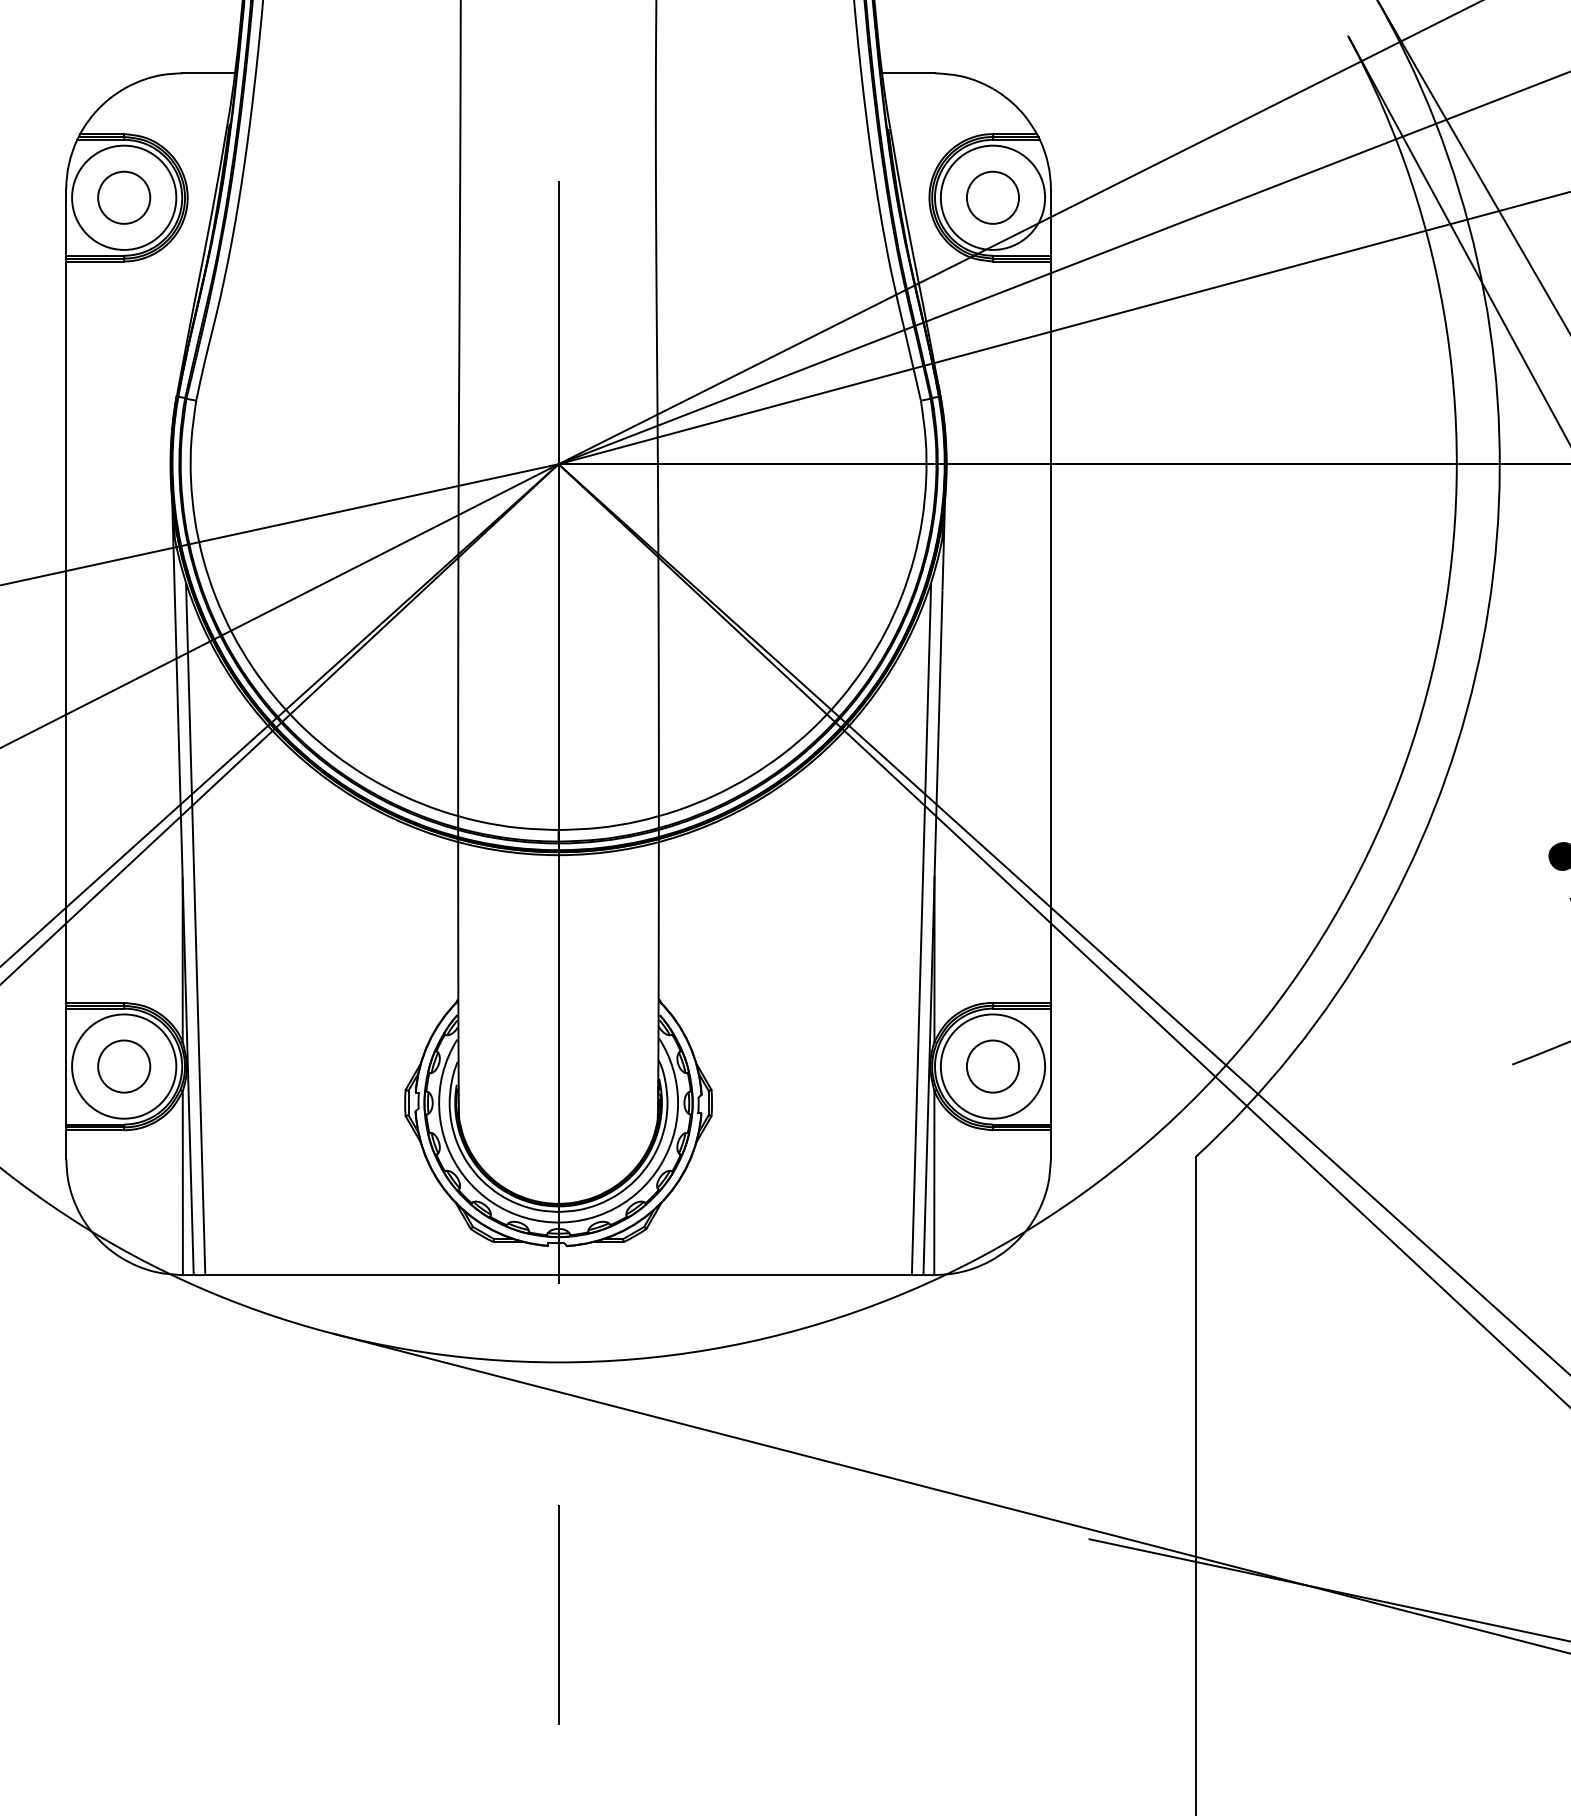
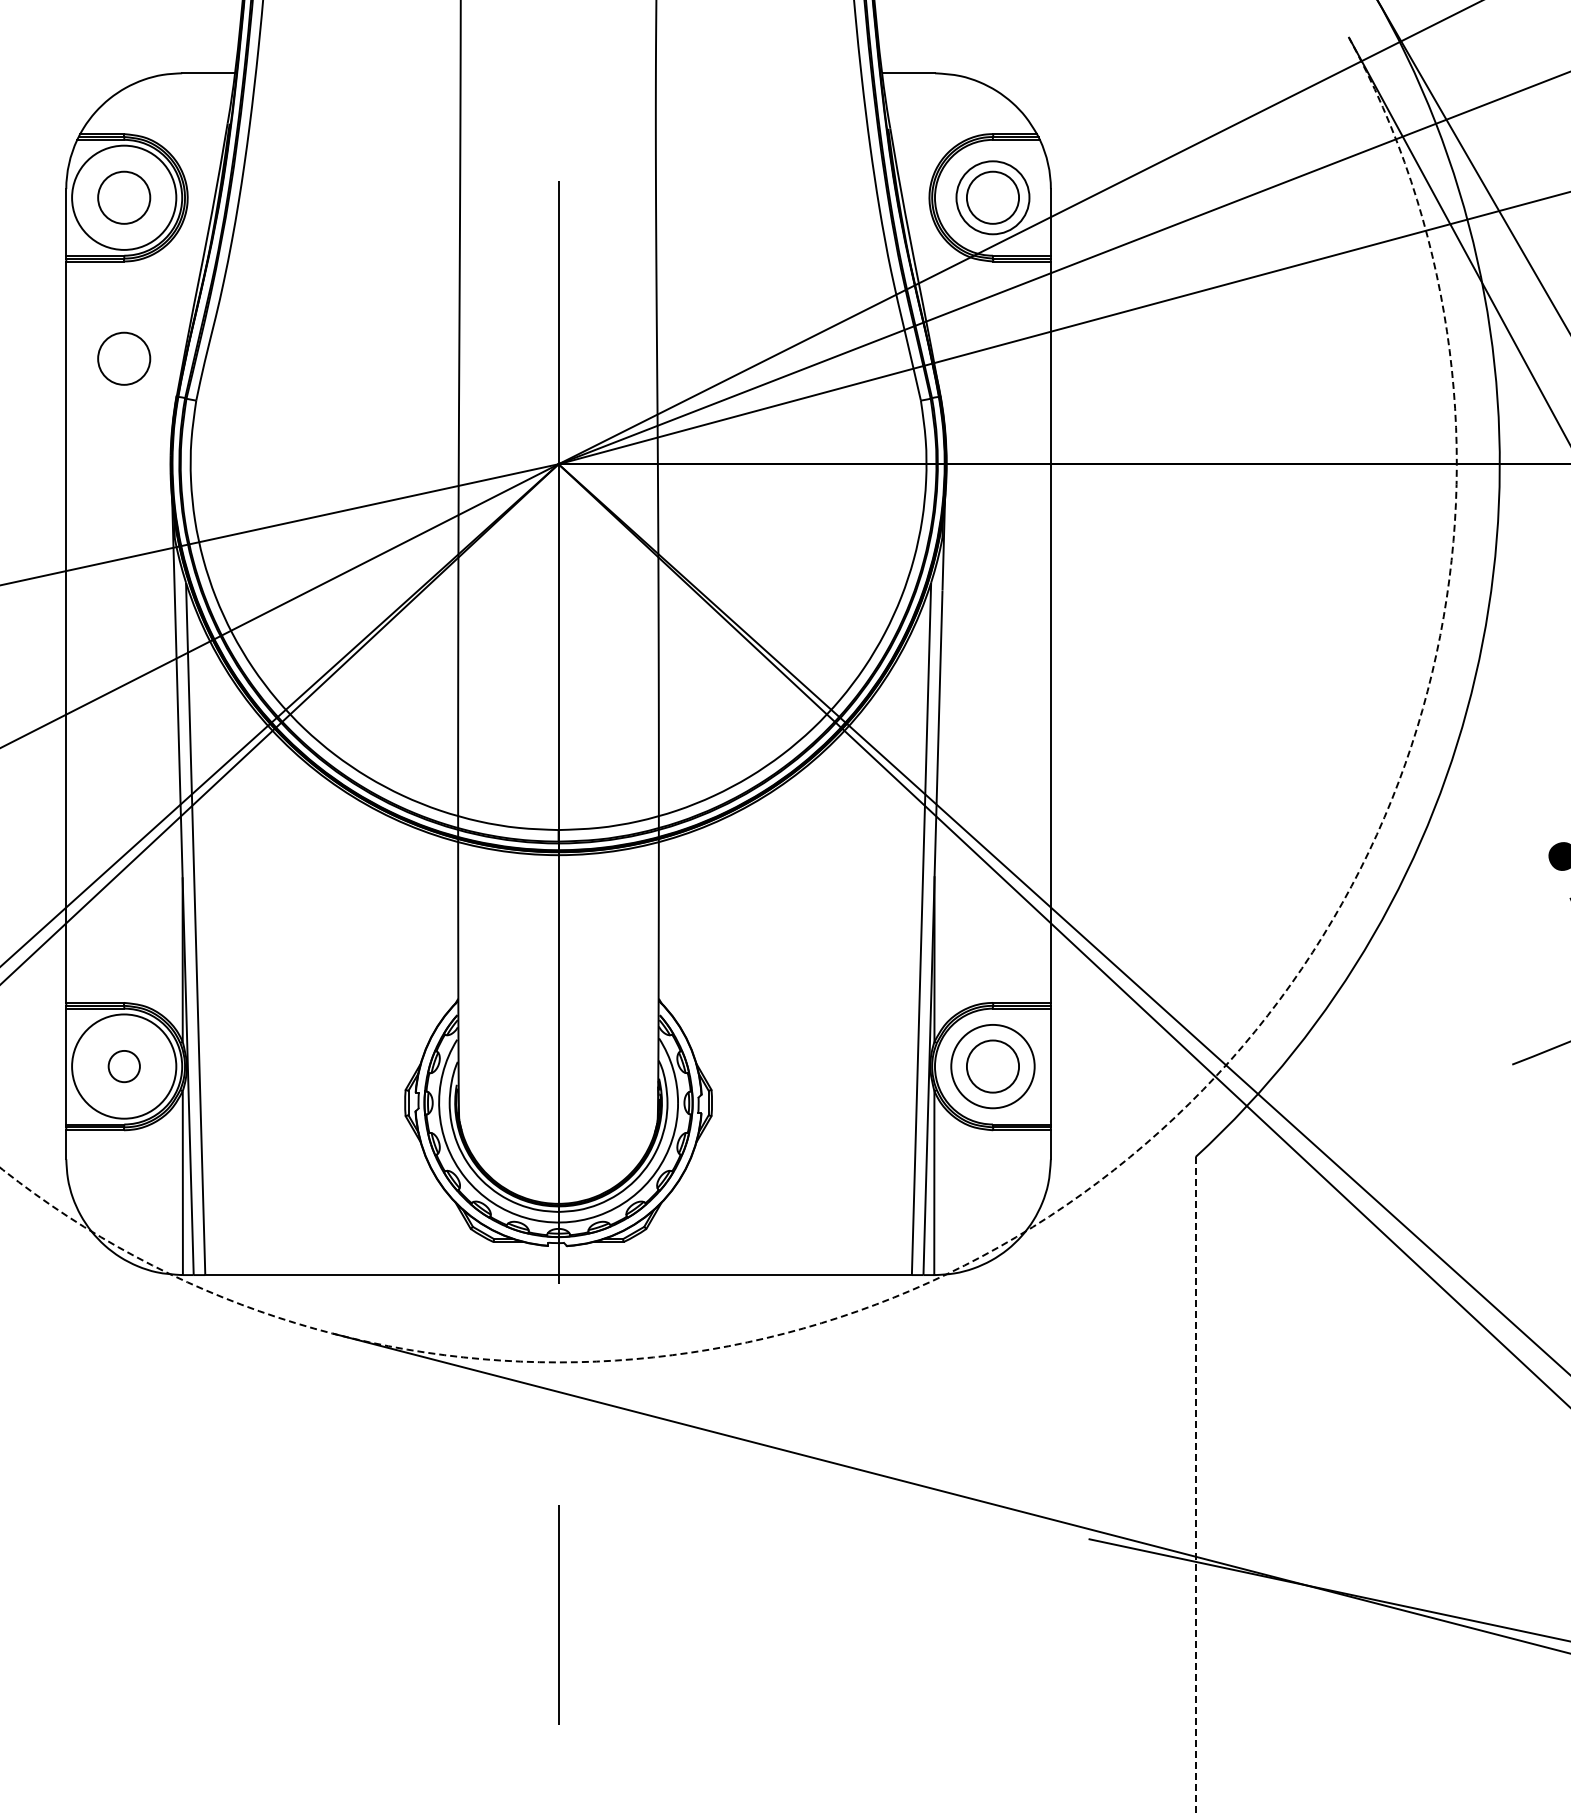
circle at (992, 197) diameter: 104 px -> 73 px
circle at (124, 358): none -> present
circle at (124, 1066) size: 55x55 px -> 34x34 px
circle at (992, 1066) diameter: 104 px -> 83 px
arc at (1136, 1151): solid -> dashed
line at (1195, 1486): solid -> dashed
